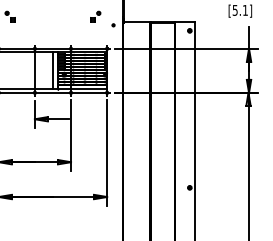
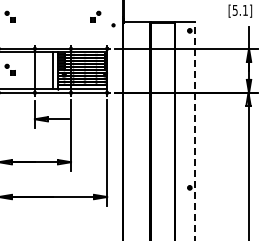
part at (9, 69): none -> present
line at (195, 131): solid -> dashed
